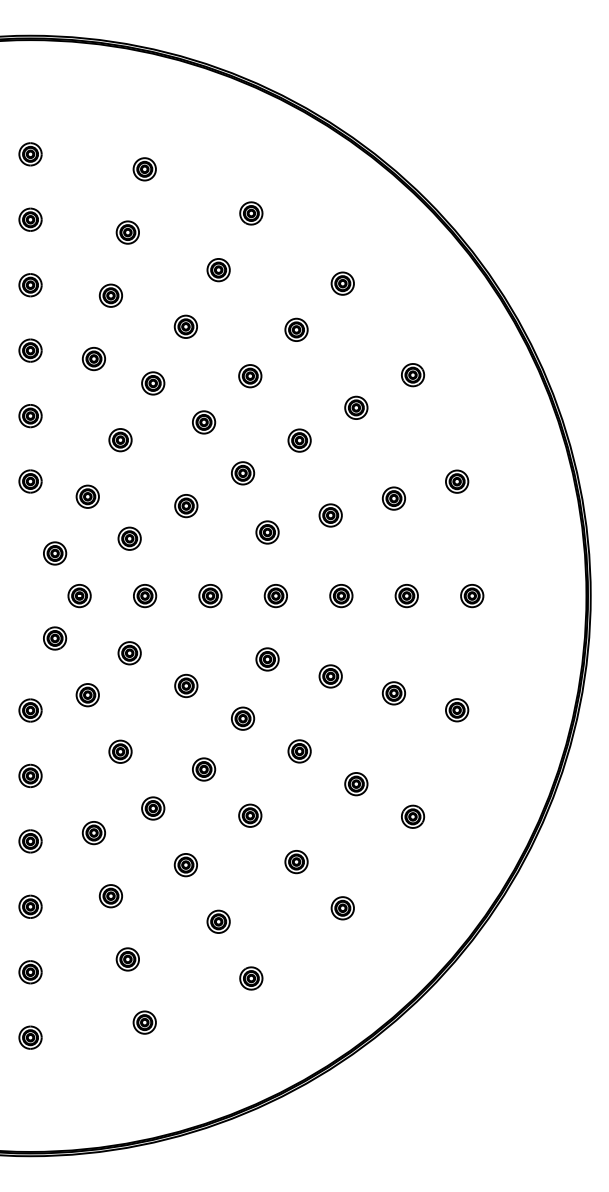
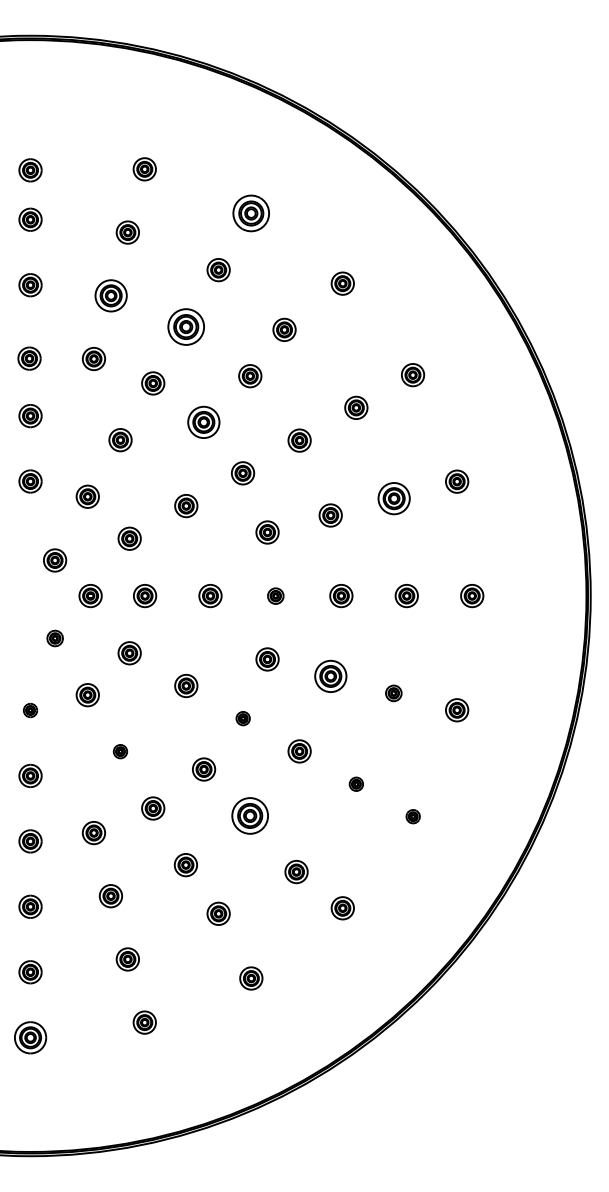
part at (30, 154) position: (30, 154) -> (30, 170)
part at (251, 213) size: 25x25 px -> 38x39 px
part at (110, 295) size: 25x25 px -> 34x34 px
part at (185, 326) size: 25x25 px -> 38x38 px
part at (296, 329) position: (296, 329) -> (284, 329)
part at (30, 350) position: (30, 350) -> (29, 358)
part at (204, 422) size: 25x25 px -> 34x34 px
part at (393, 498) size: 25x25 px -> 34x34 px
part at (55, 553) position: (55, 553) -> (55, 560)
part at (79, 596) position: (79, 596) -> (90, 596)
part at (275, 596) size: 25x25 px -> 18x18 px
part at (55, 638) size: 25x25 px -> 18x19 px
part at (330, 676) size: 25x25 px -> 34x34 px
part at (393, 693) size: 25x25 px -> 18x19 px
part at (30, 710) size: 25x25 px -> 17x16 px
part at (243, 718) size: 25x25 px -> 16x16 px
part at (120, 751) size: 25x25 px -> 17x16 px
part at (356, 784) size: 25x25 px -> 16x16 px
part at (250, 815) size: 25x25 px -> 38x38 px
part at (413, 816) size: 25x25 px -> 16x16 px
part at (296, 862) position: (296, 862) -> (296, 872)
part at (218, 921) position: (218, 921) -> (218, 913)
part at (30, 1037) size: 25x25 px -> 34x34 px
